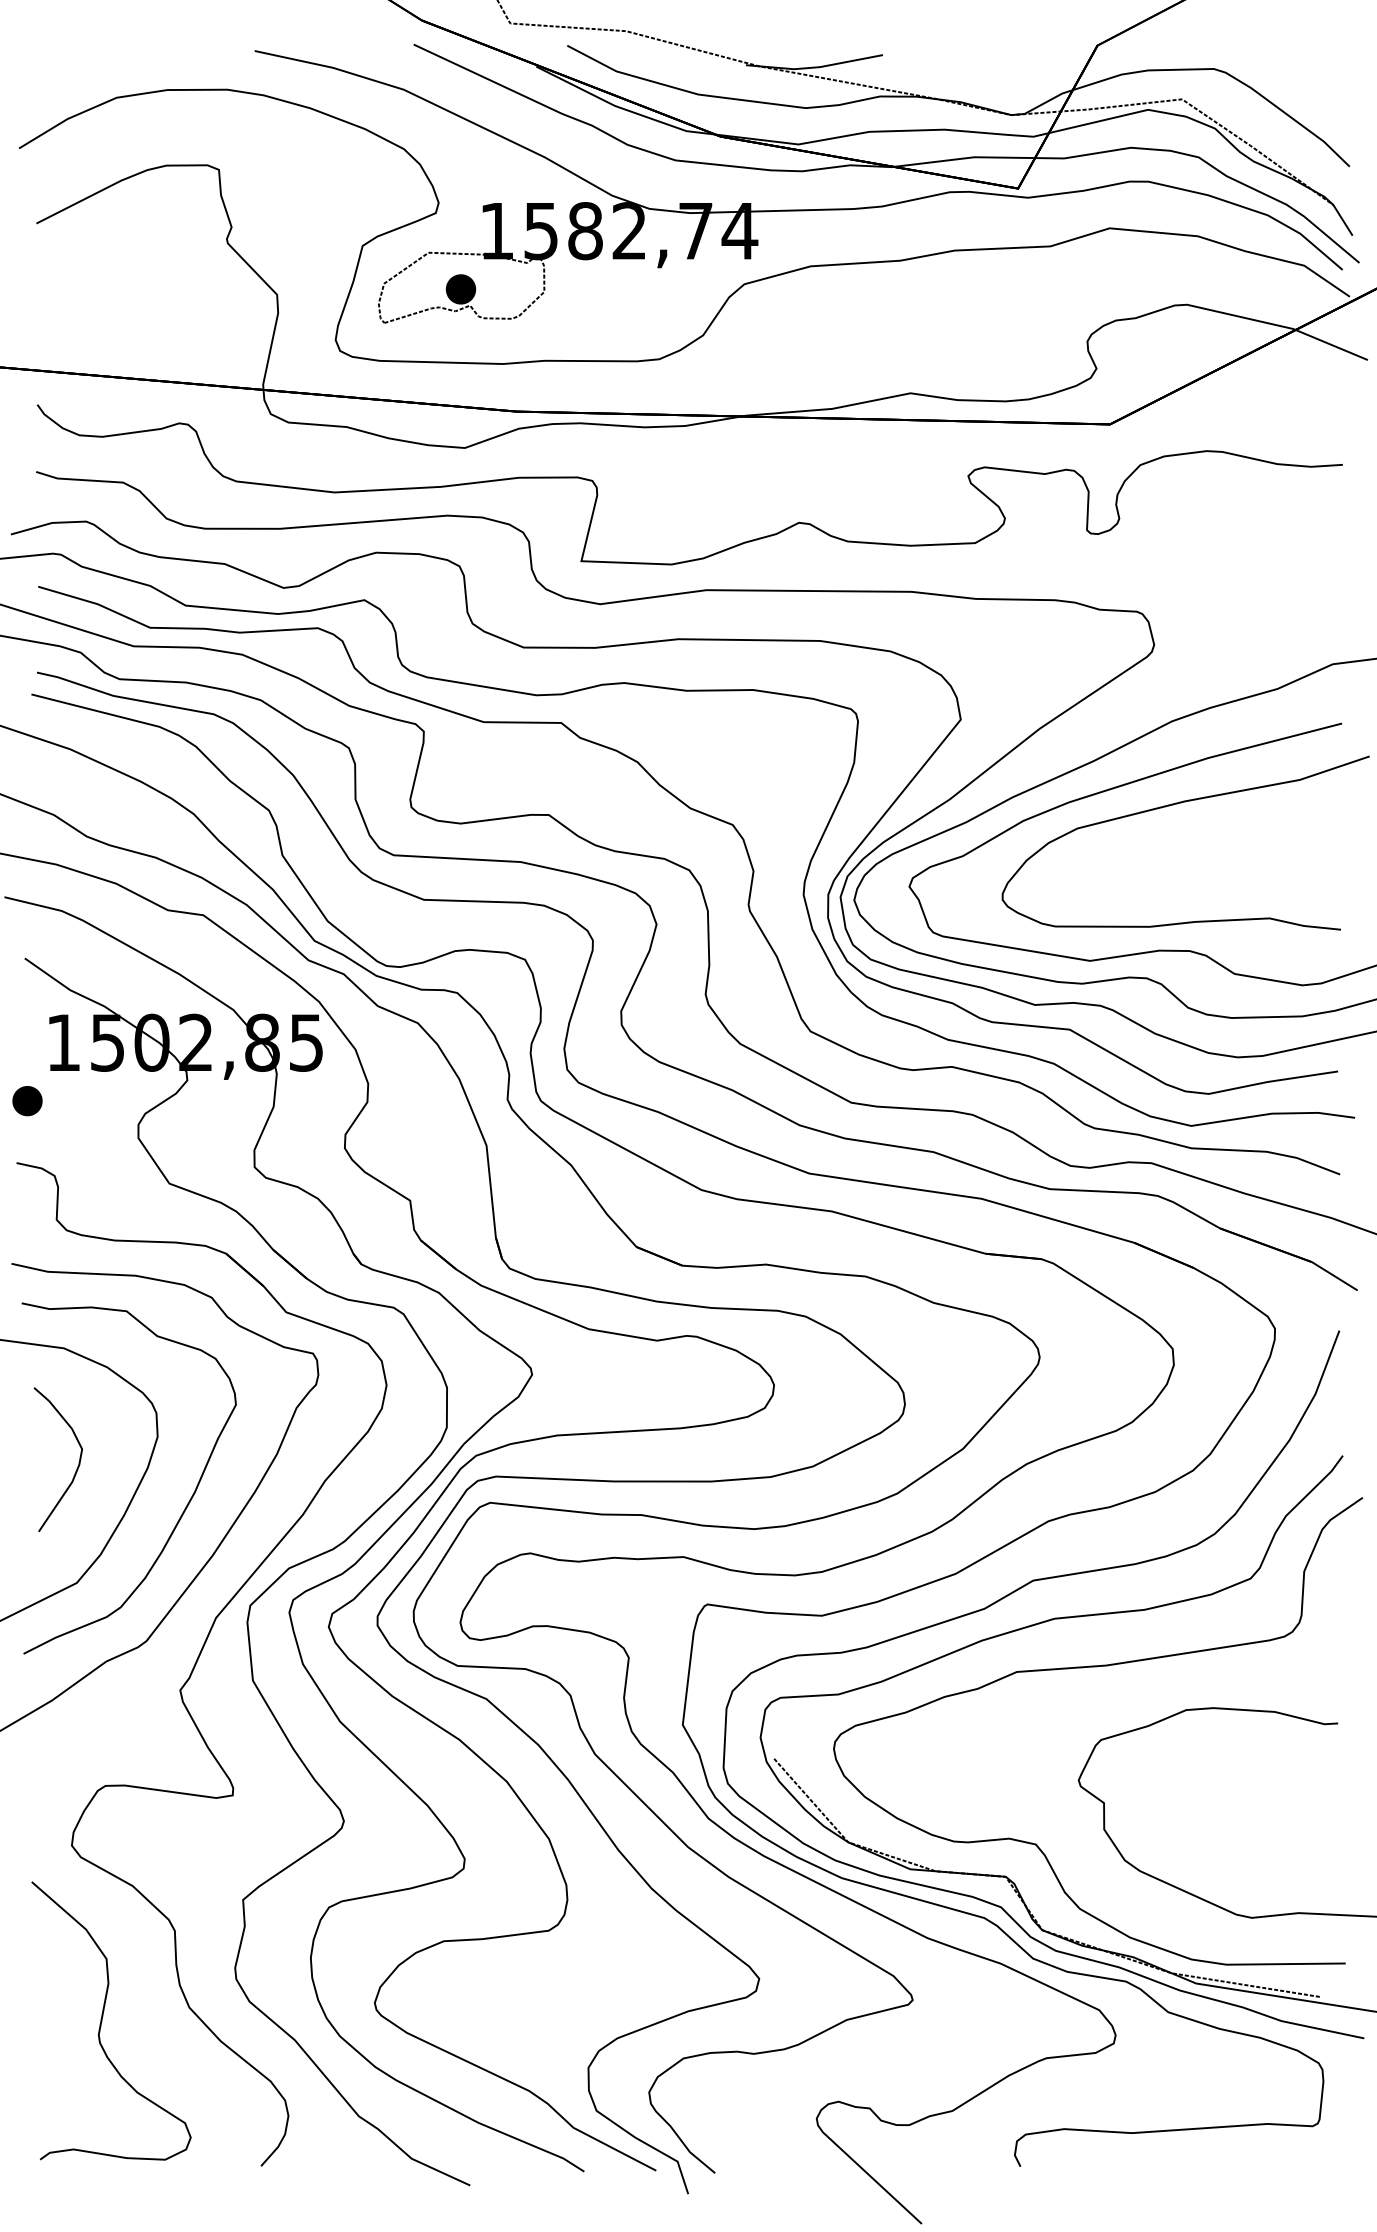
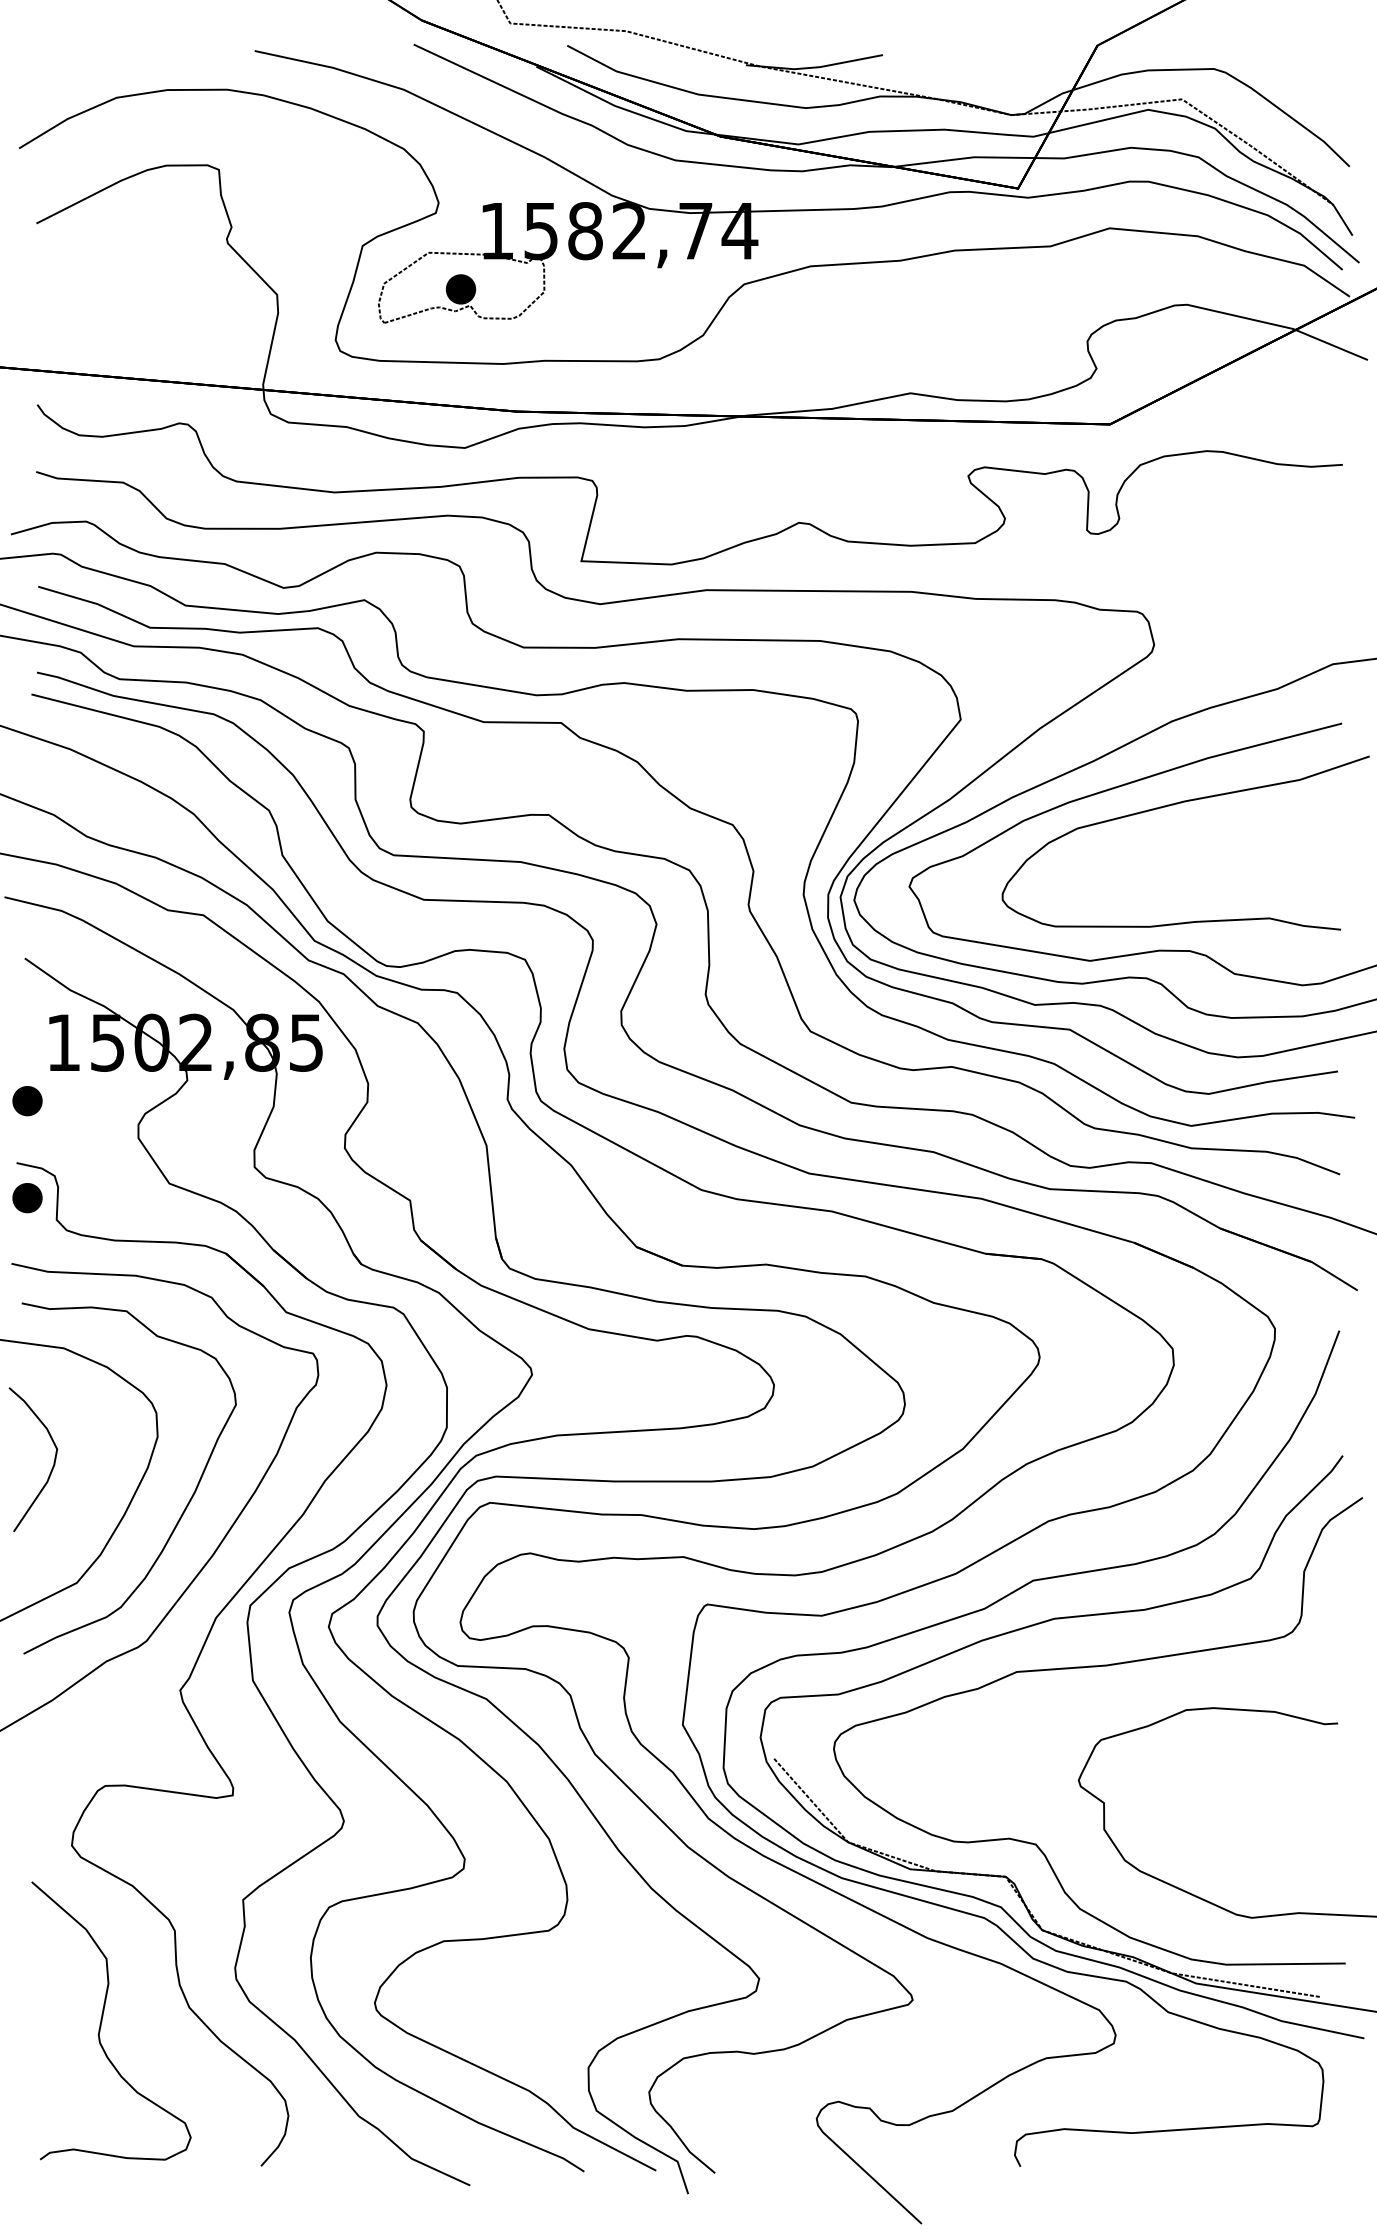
part at (27, 1198): none -> present
part at (76, 1468) position: (76, 1468) -> (51, 1468)
